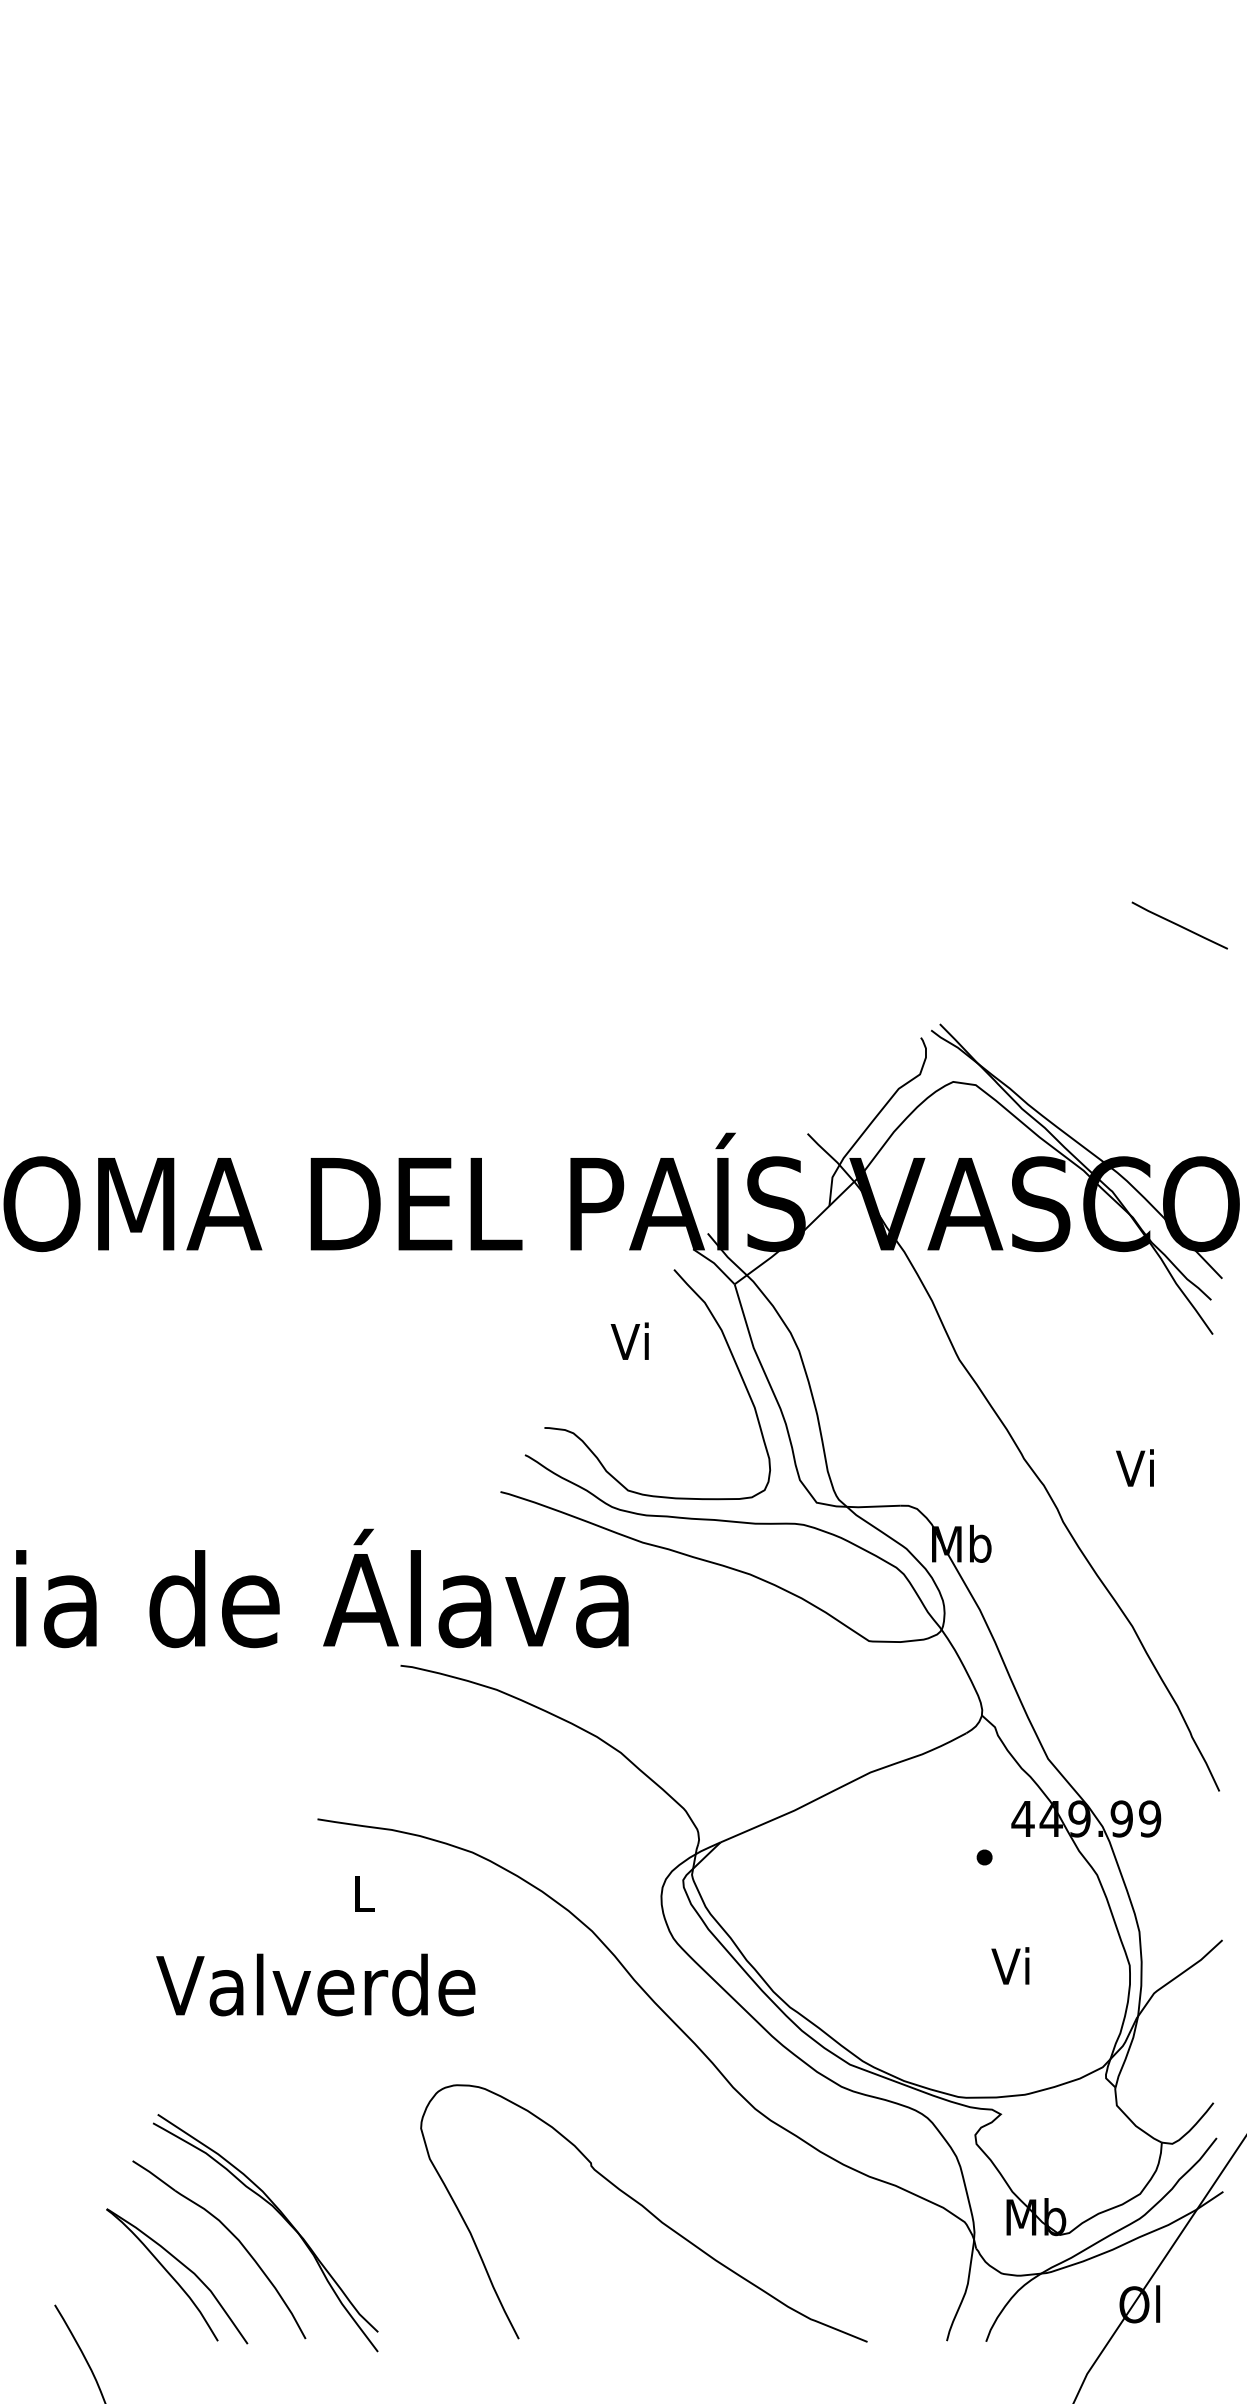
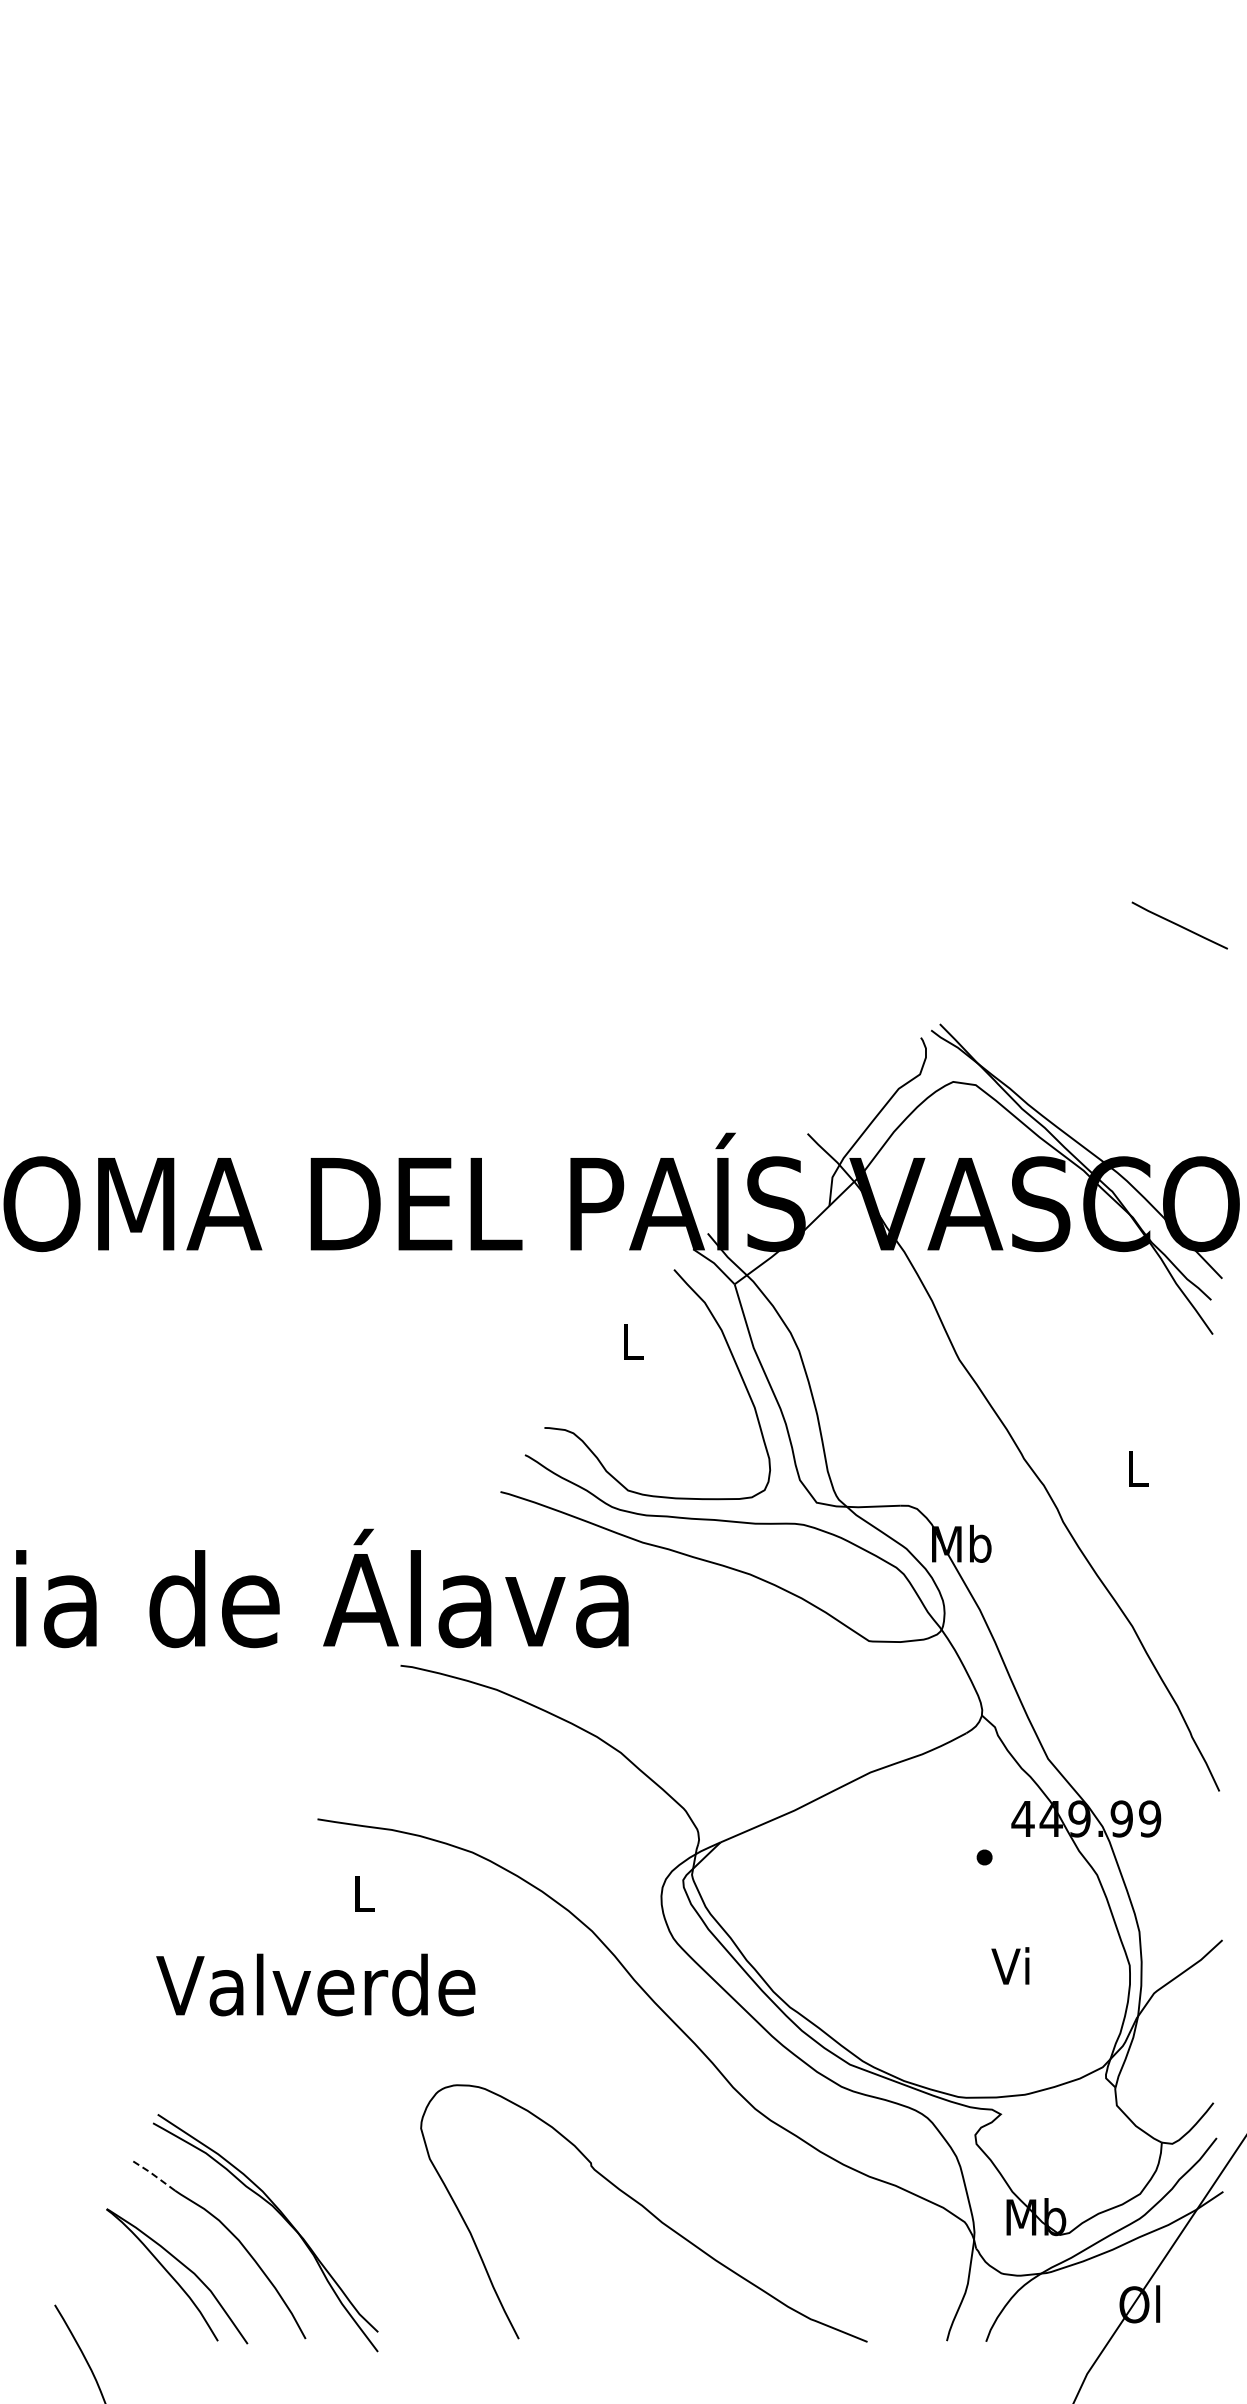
text at (629, 1340): Vi -> L
text at (1134, 1467): Vi -> L
line at (153, 2174): solid -> dashed
